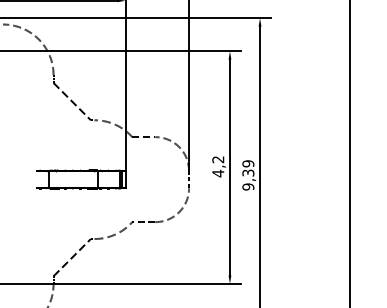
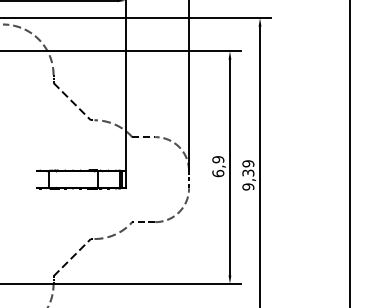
text at (218, 166): 4,2 -> 6,9
